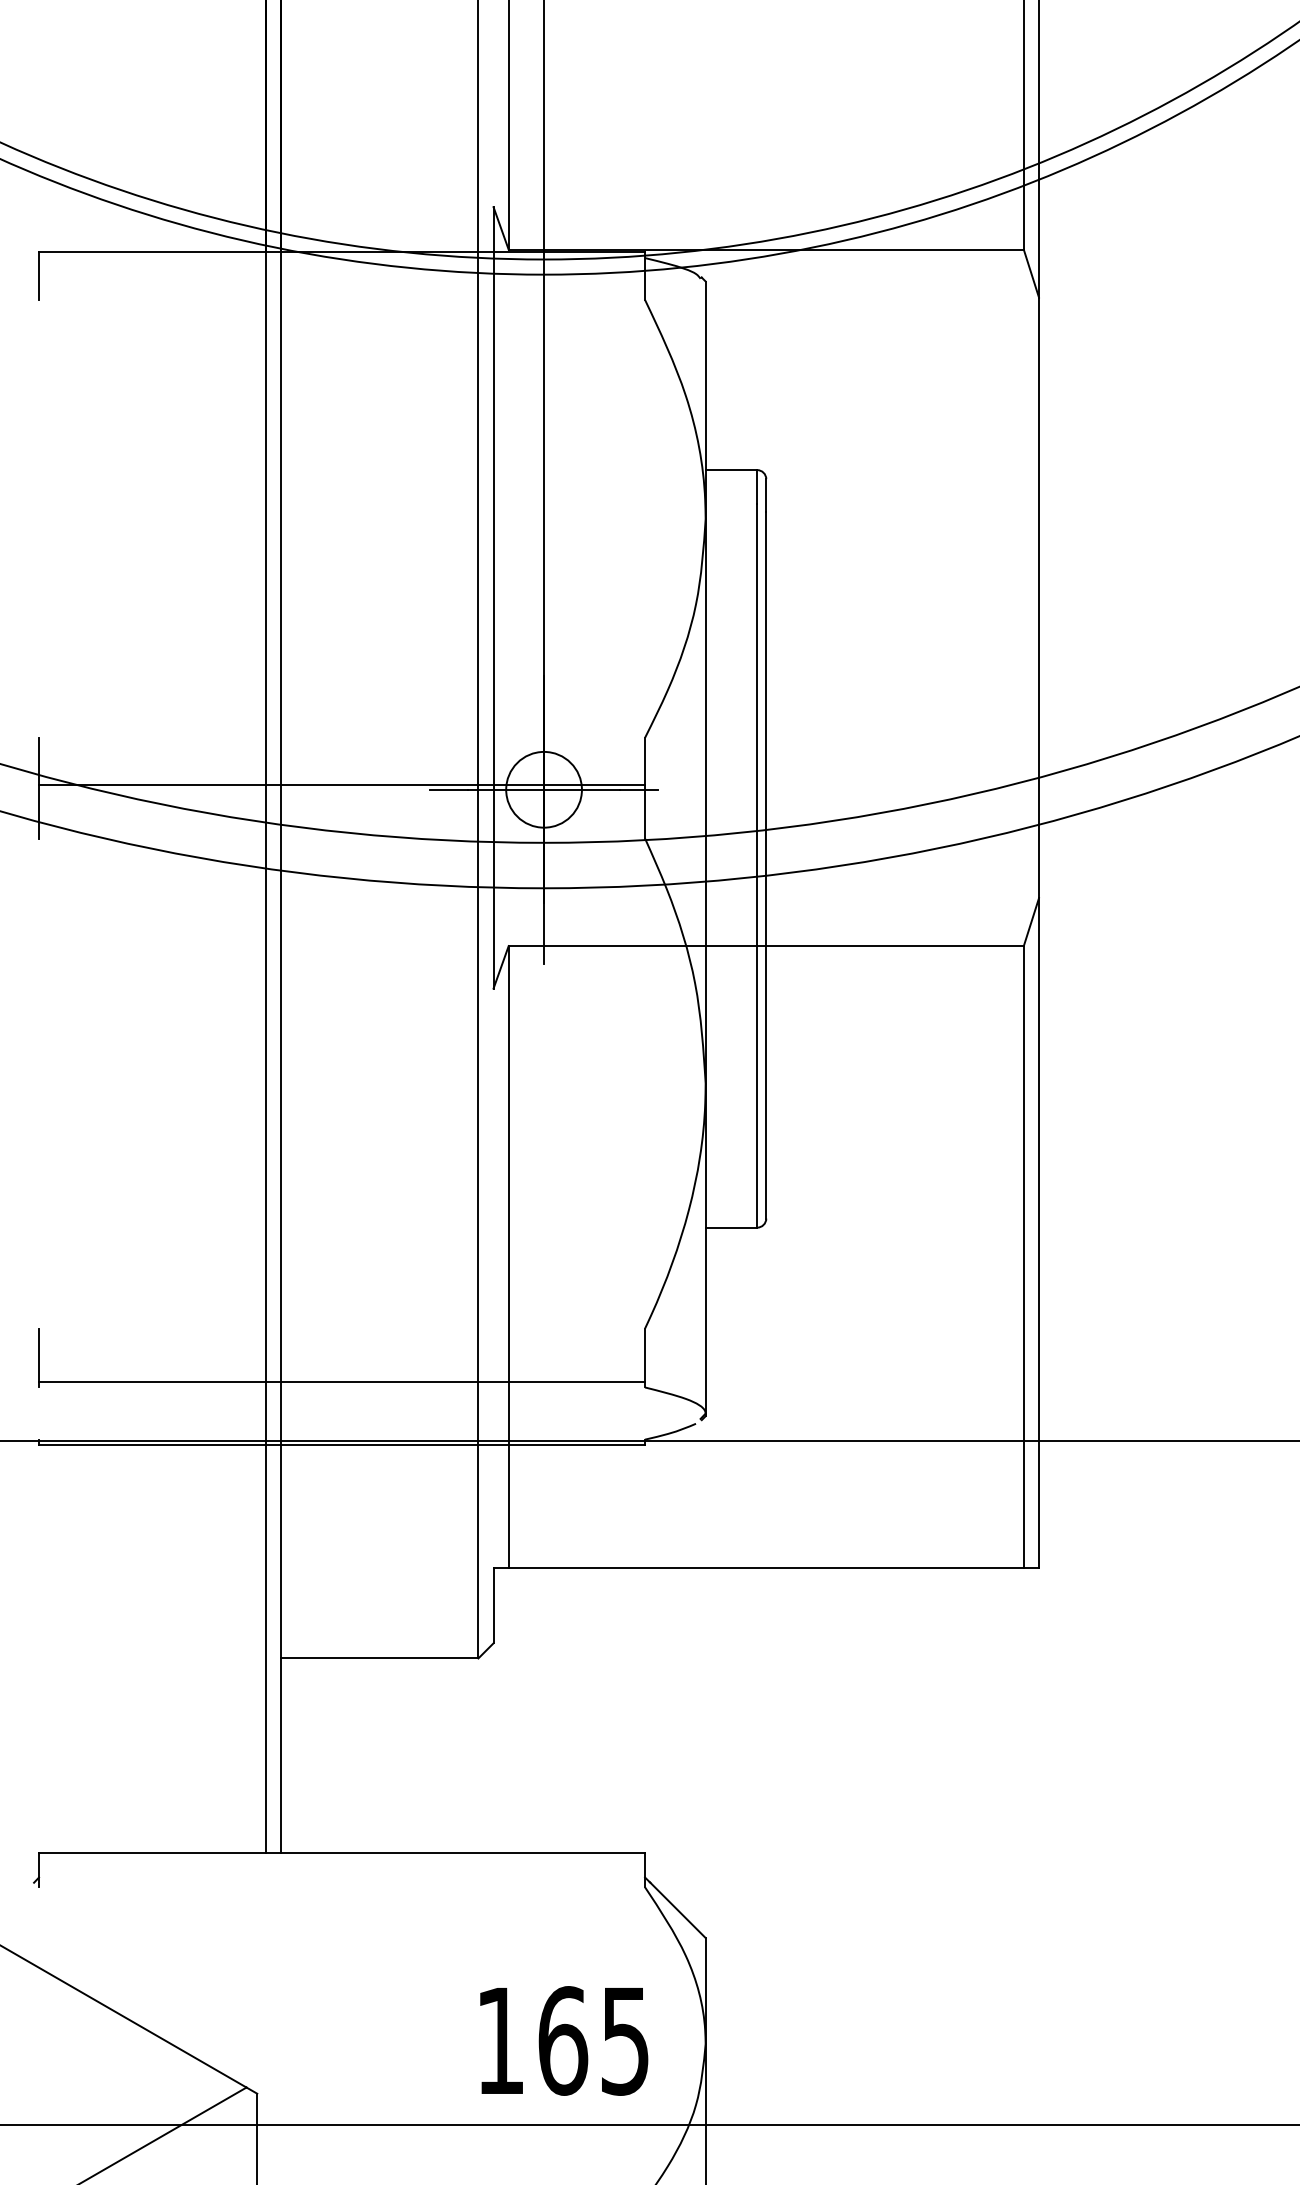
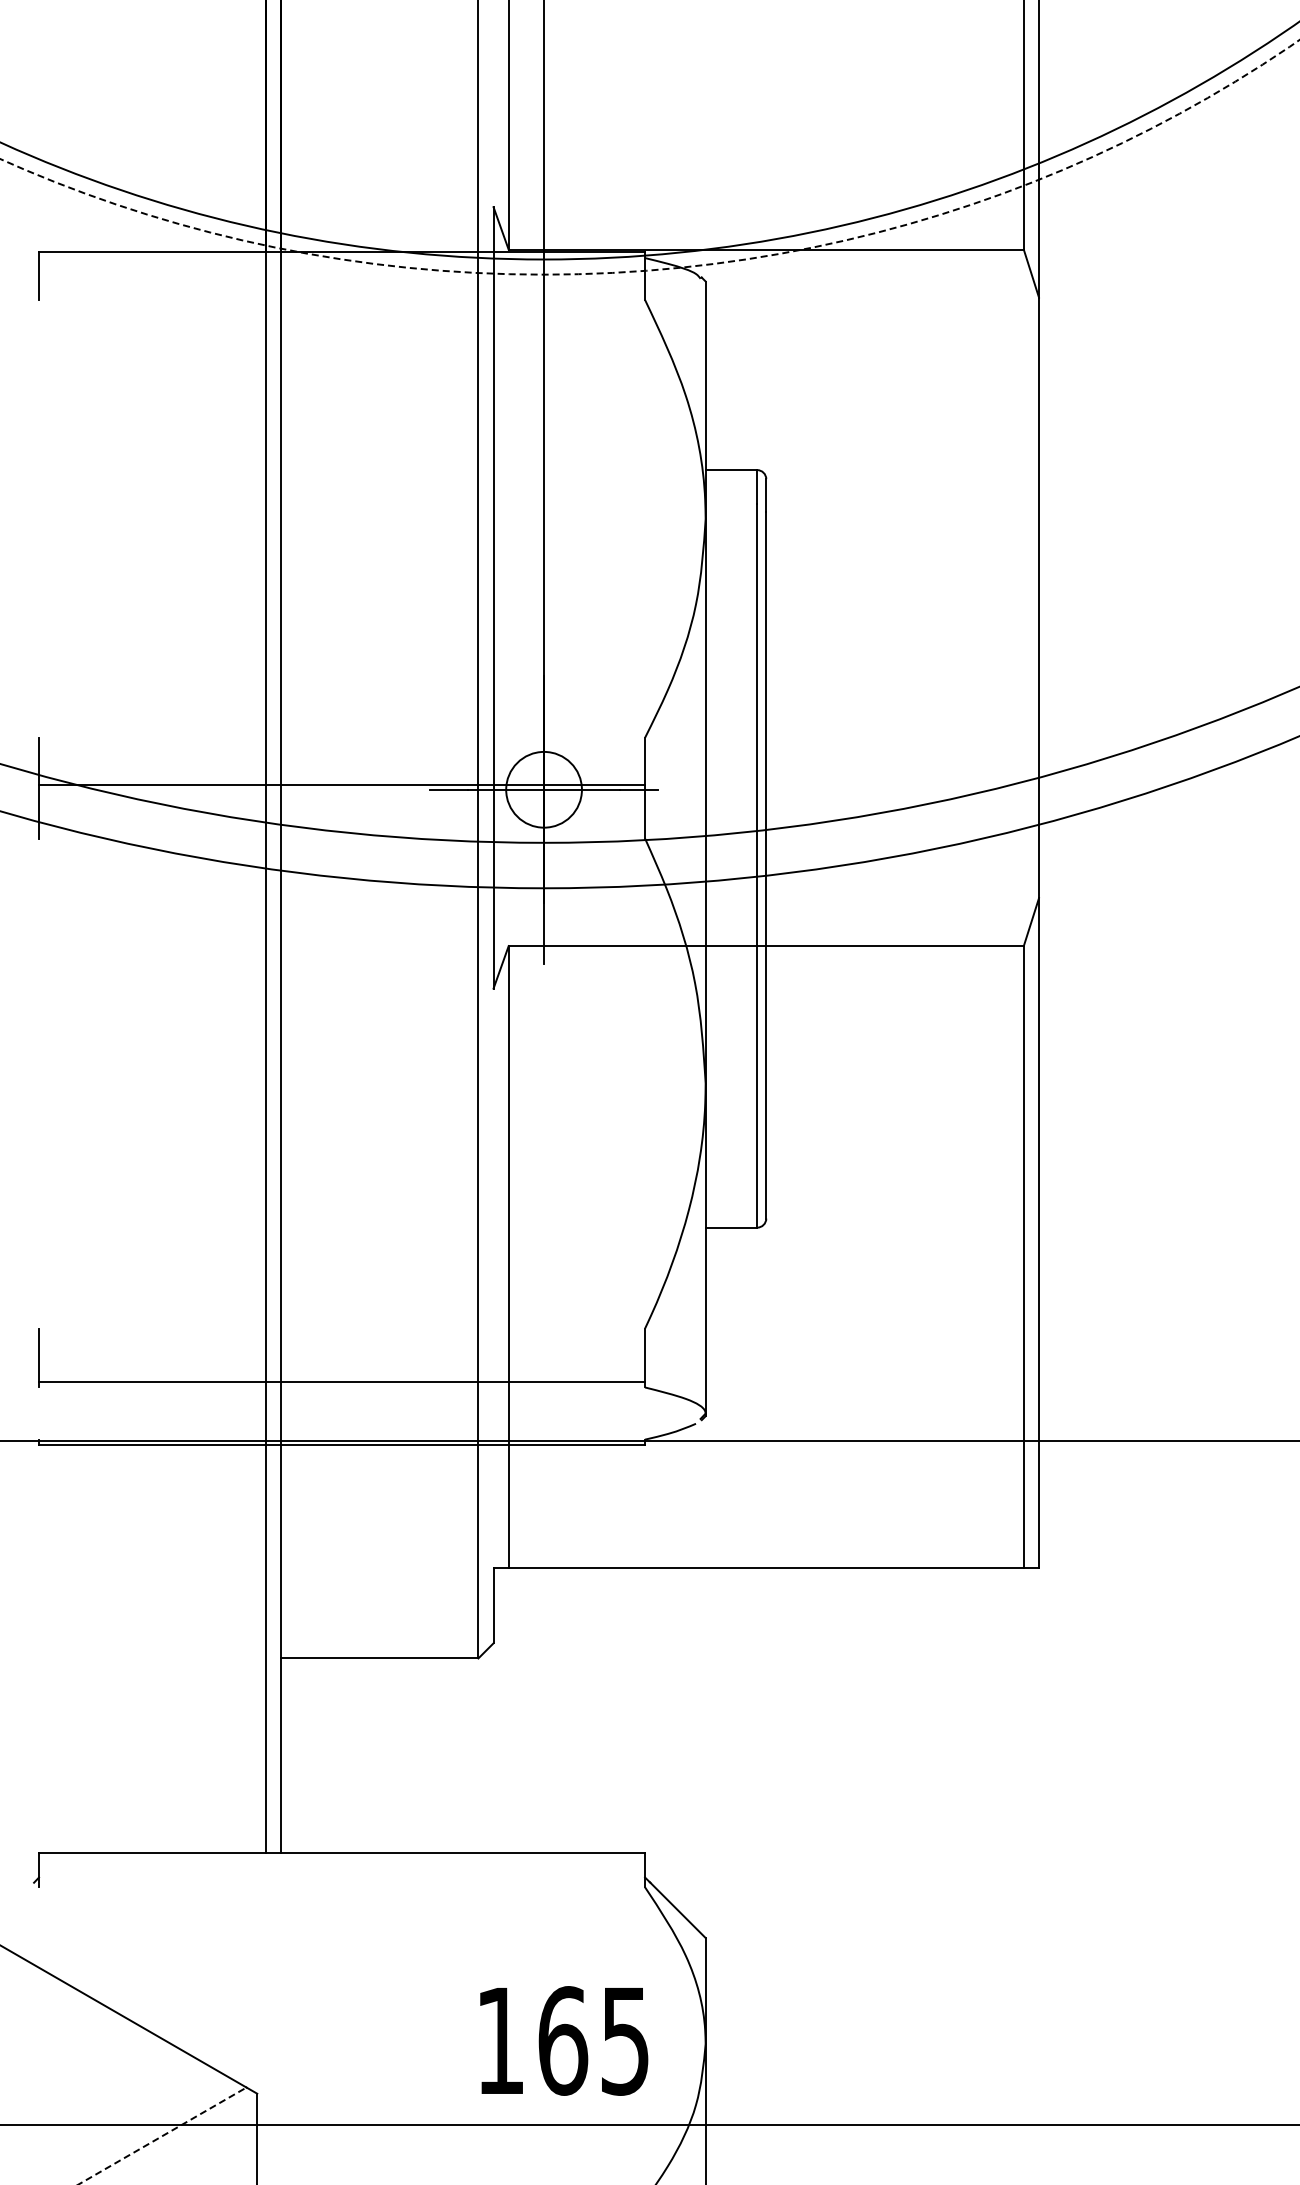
circle at (649, 156): solid -> dashed
line at (162, 2136): solid -> dashed
